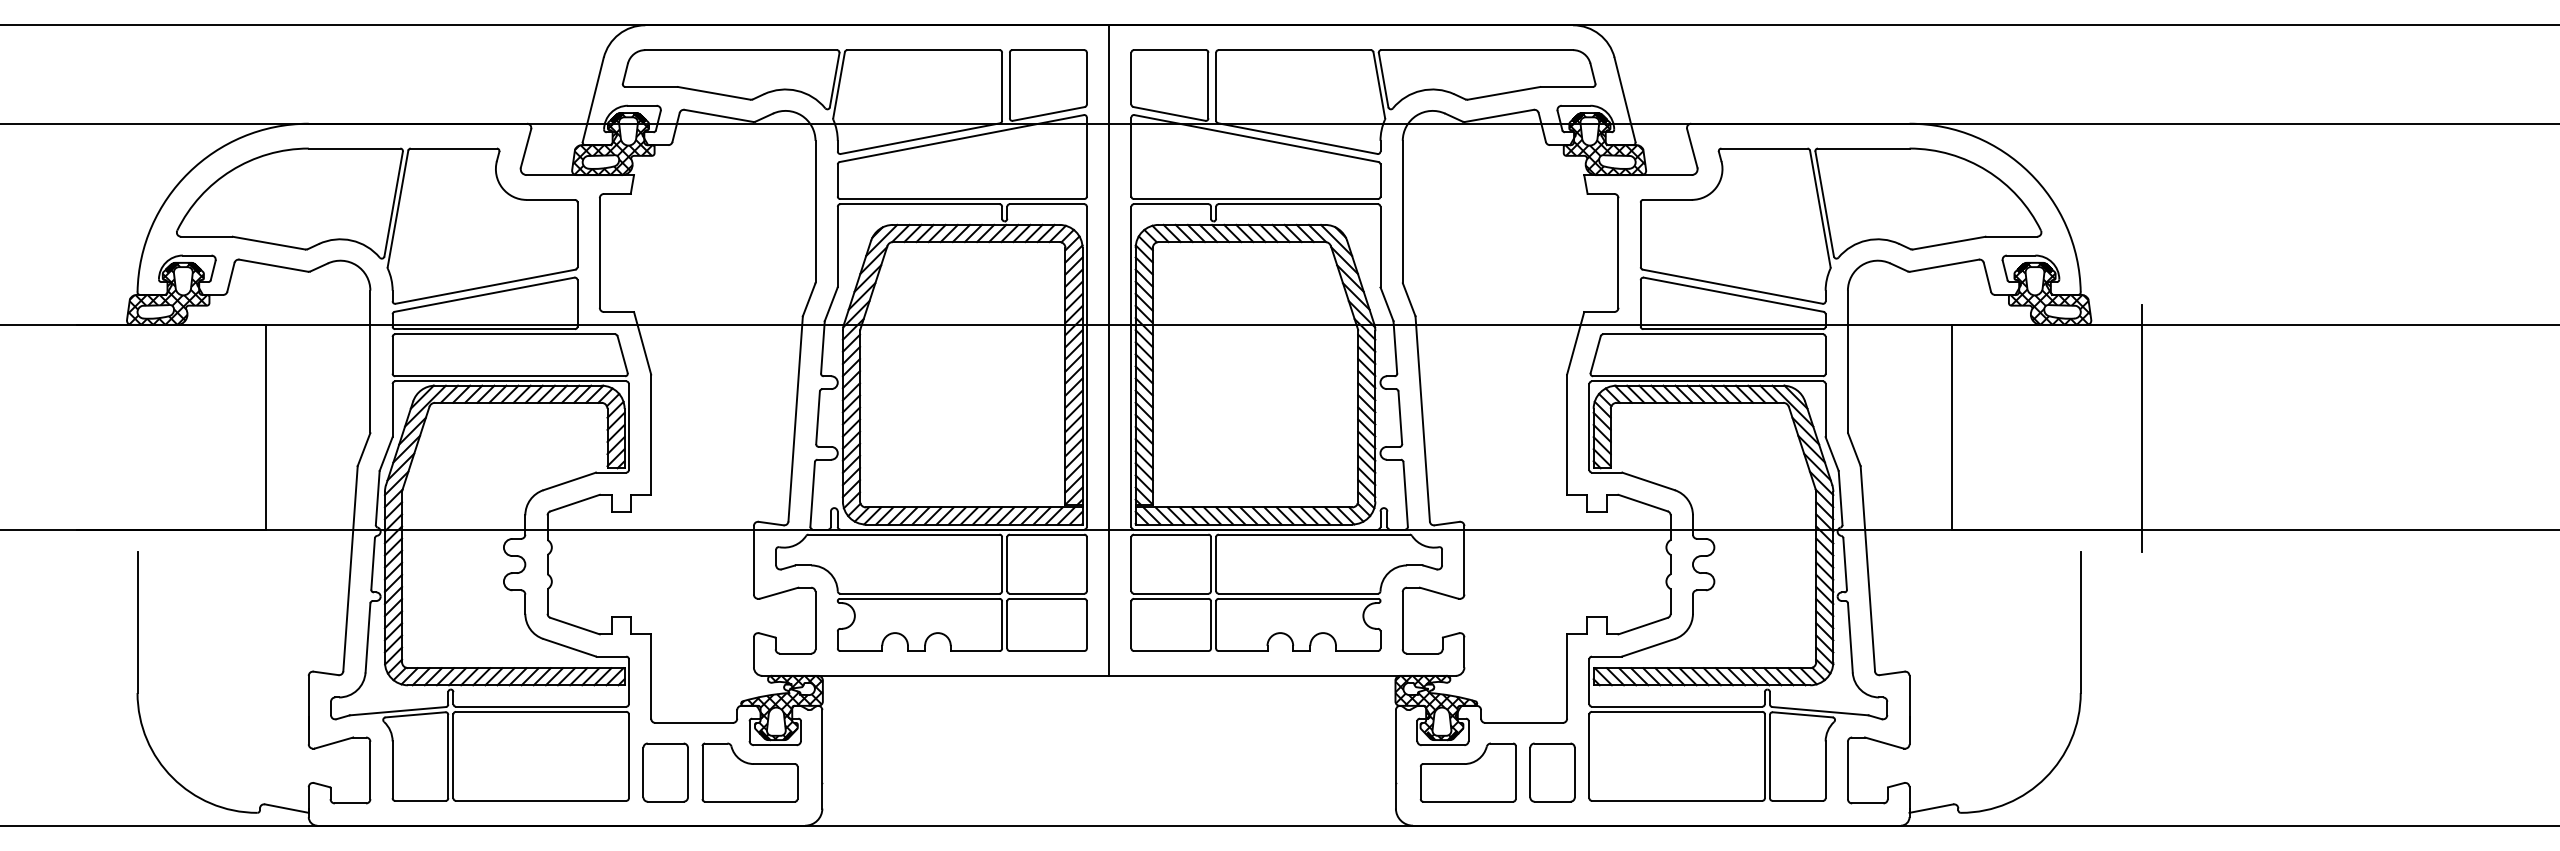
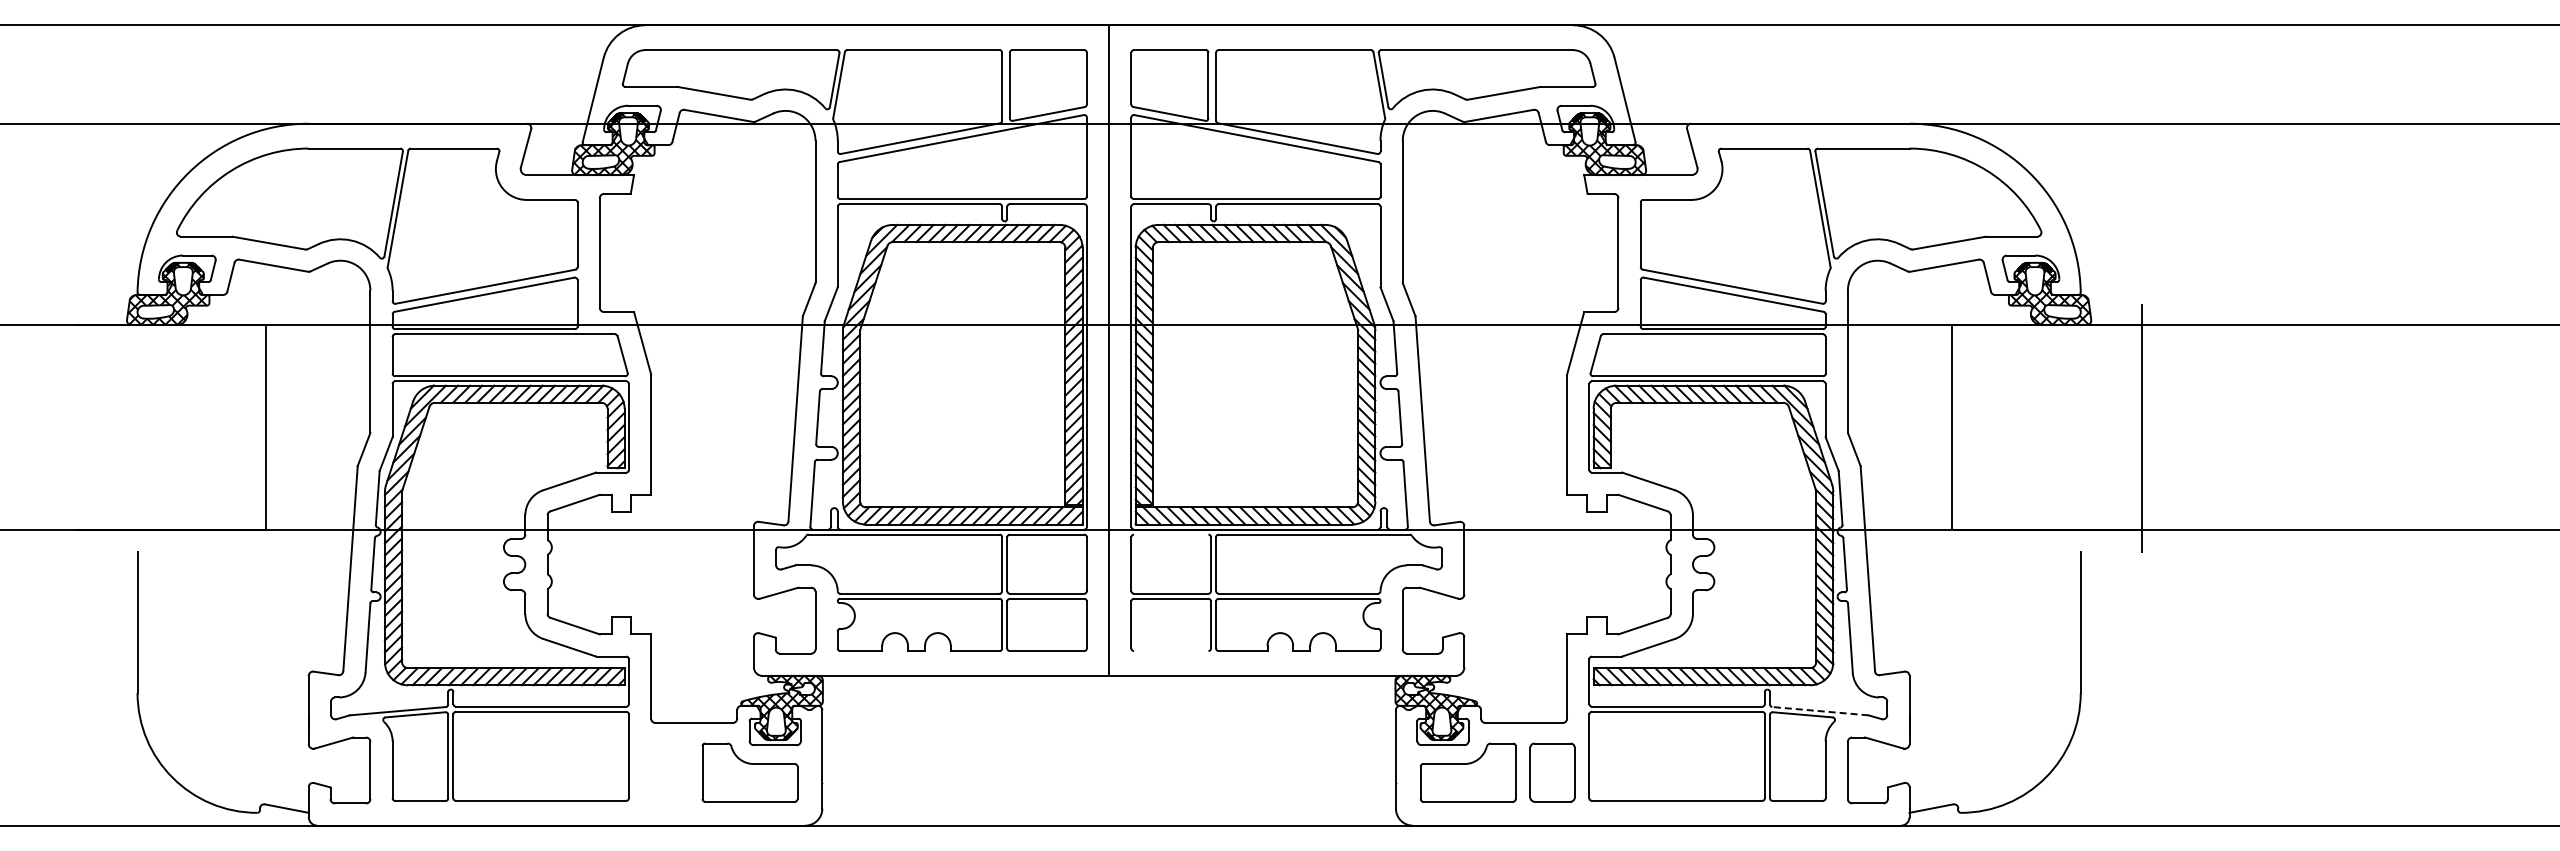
line at (1170, 534): present -> none
line at (1170, 651): present -> none
line at (1819, 711): solid -> dashed
part at (665, 772): present -> none
